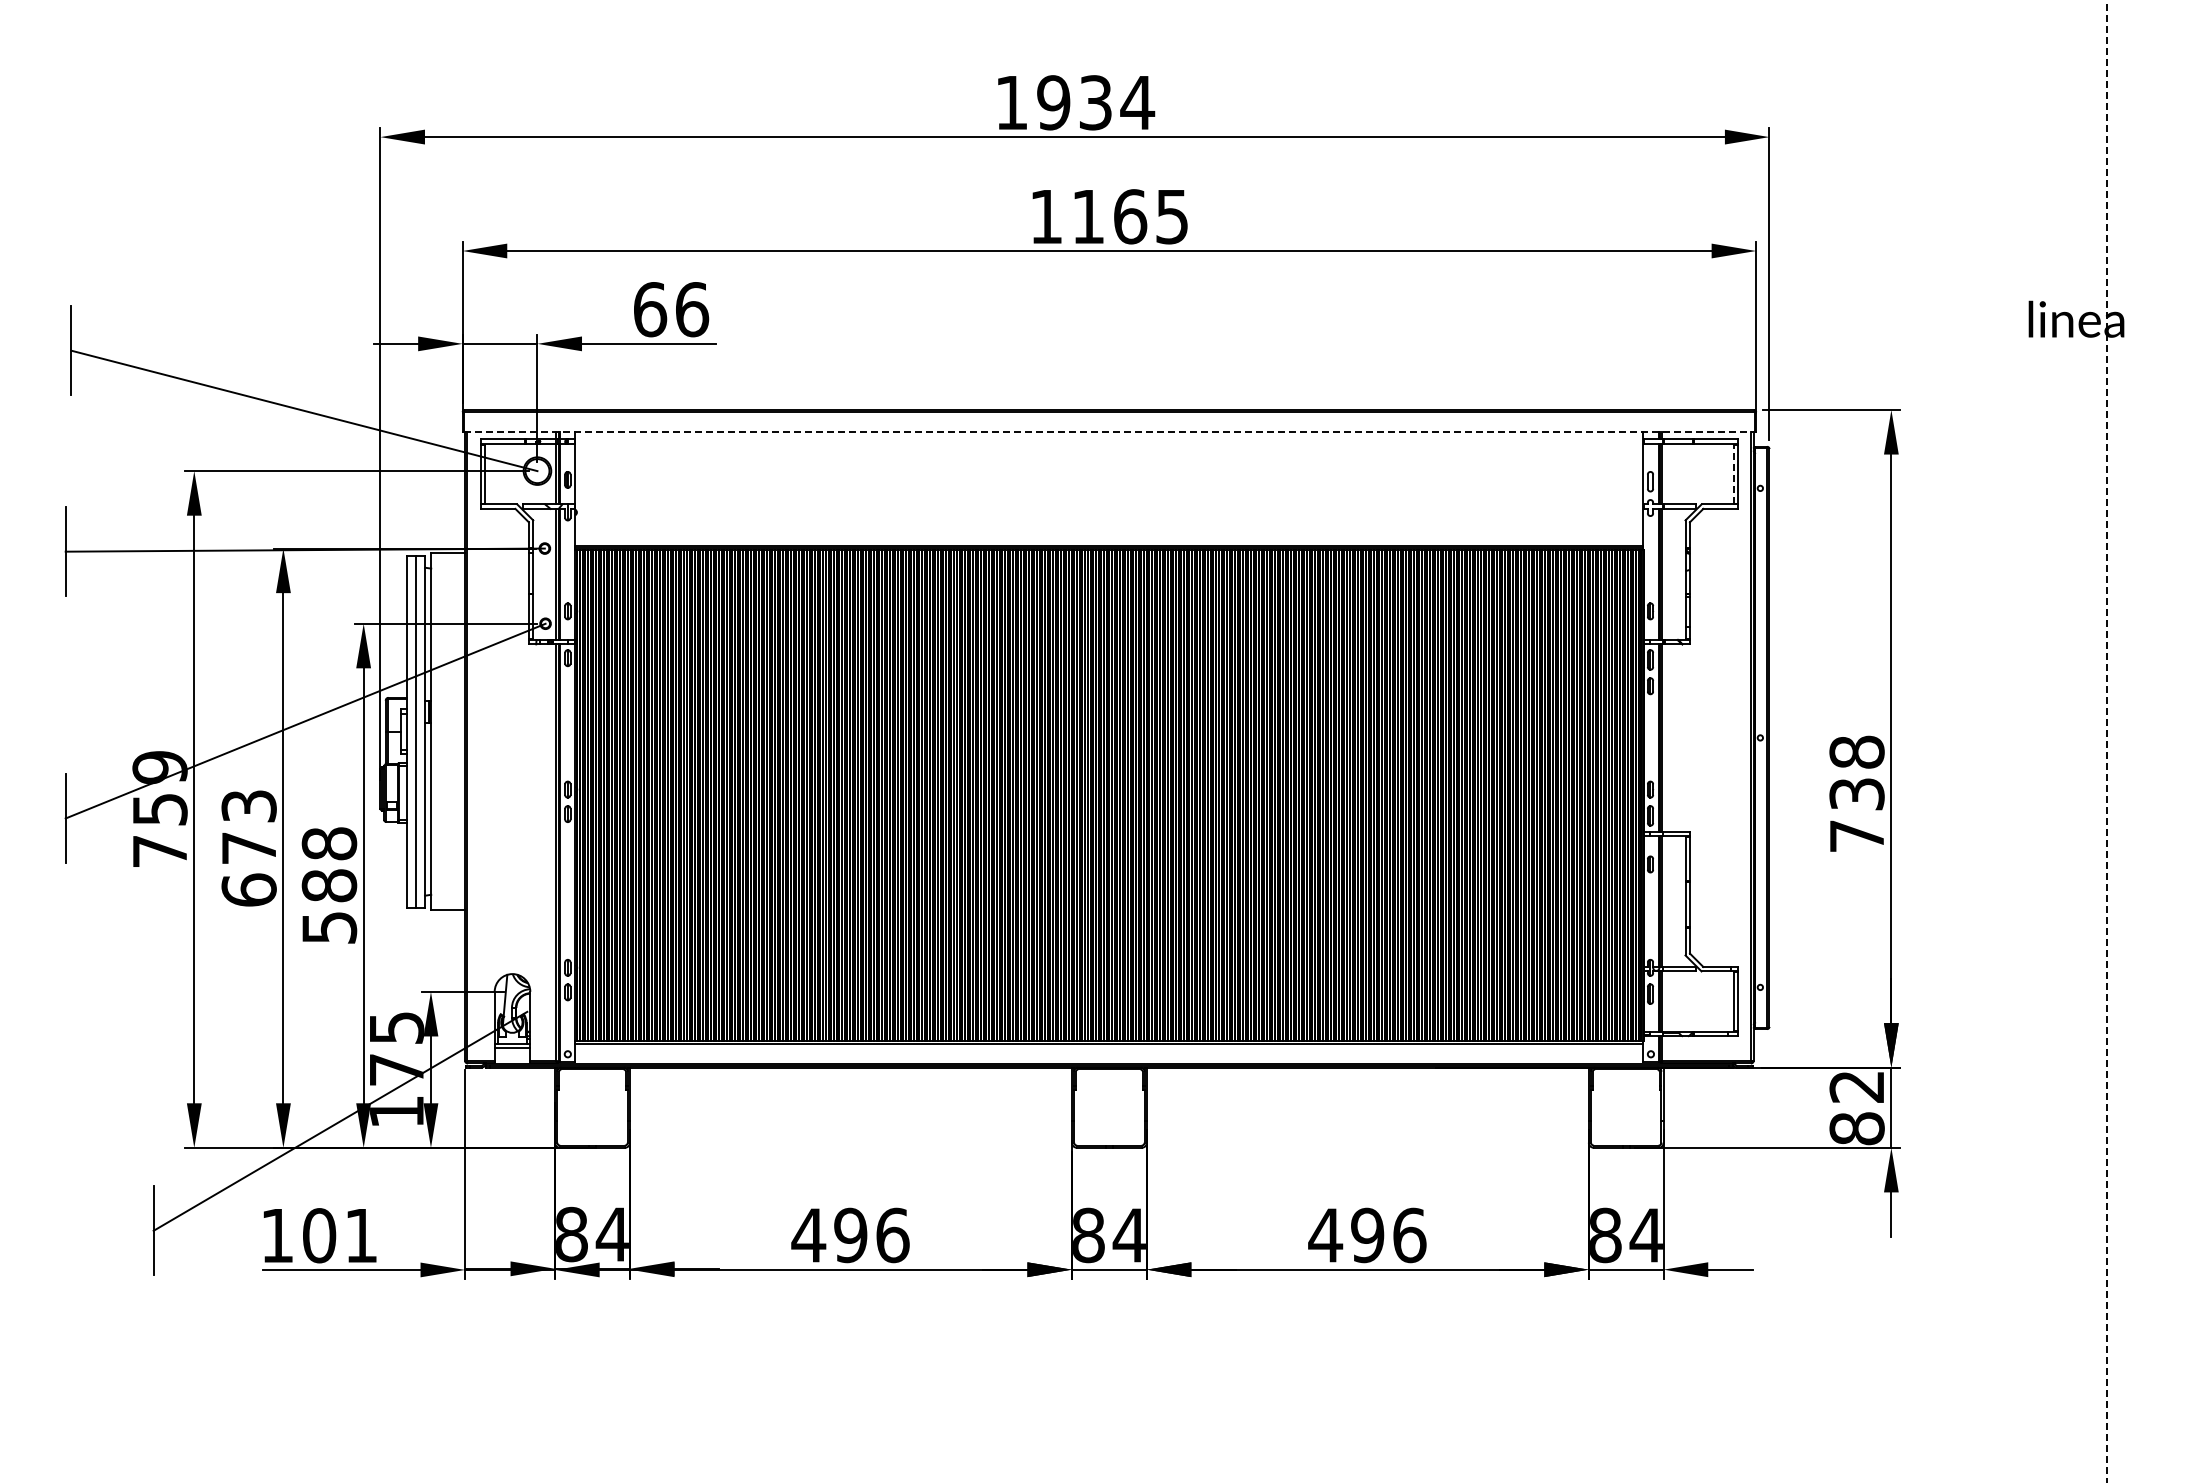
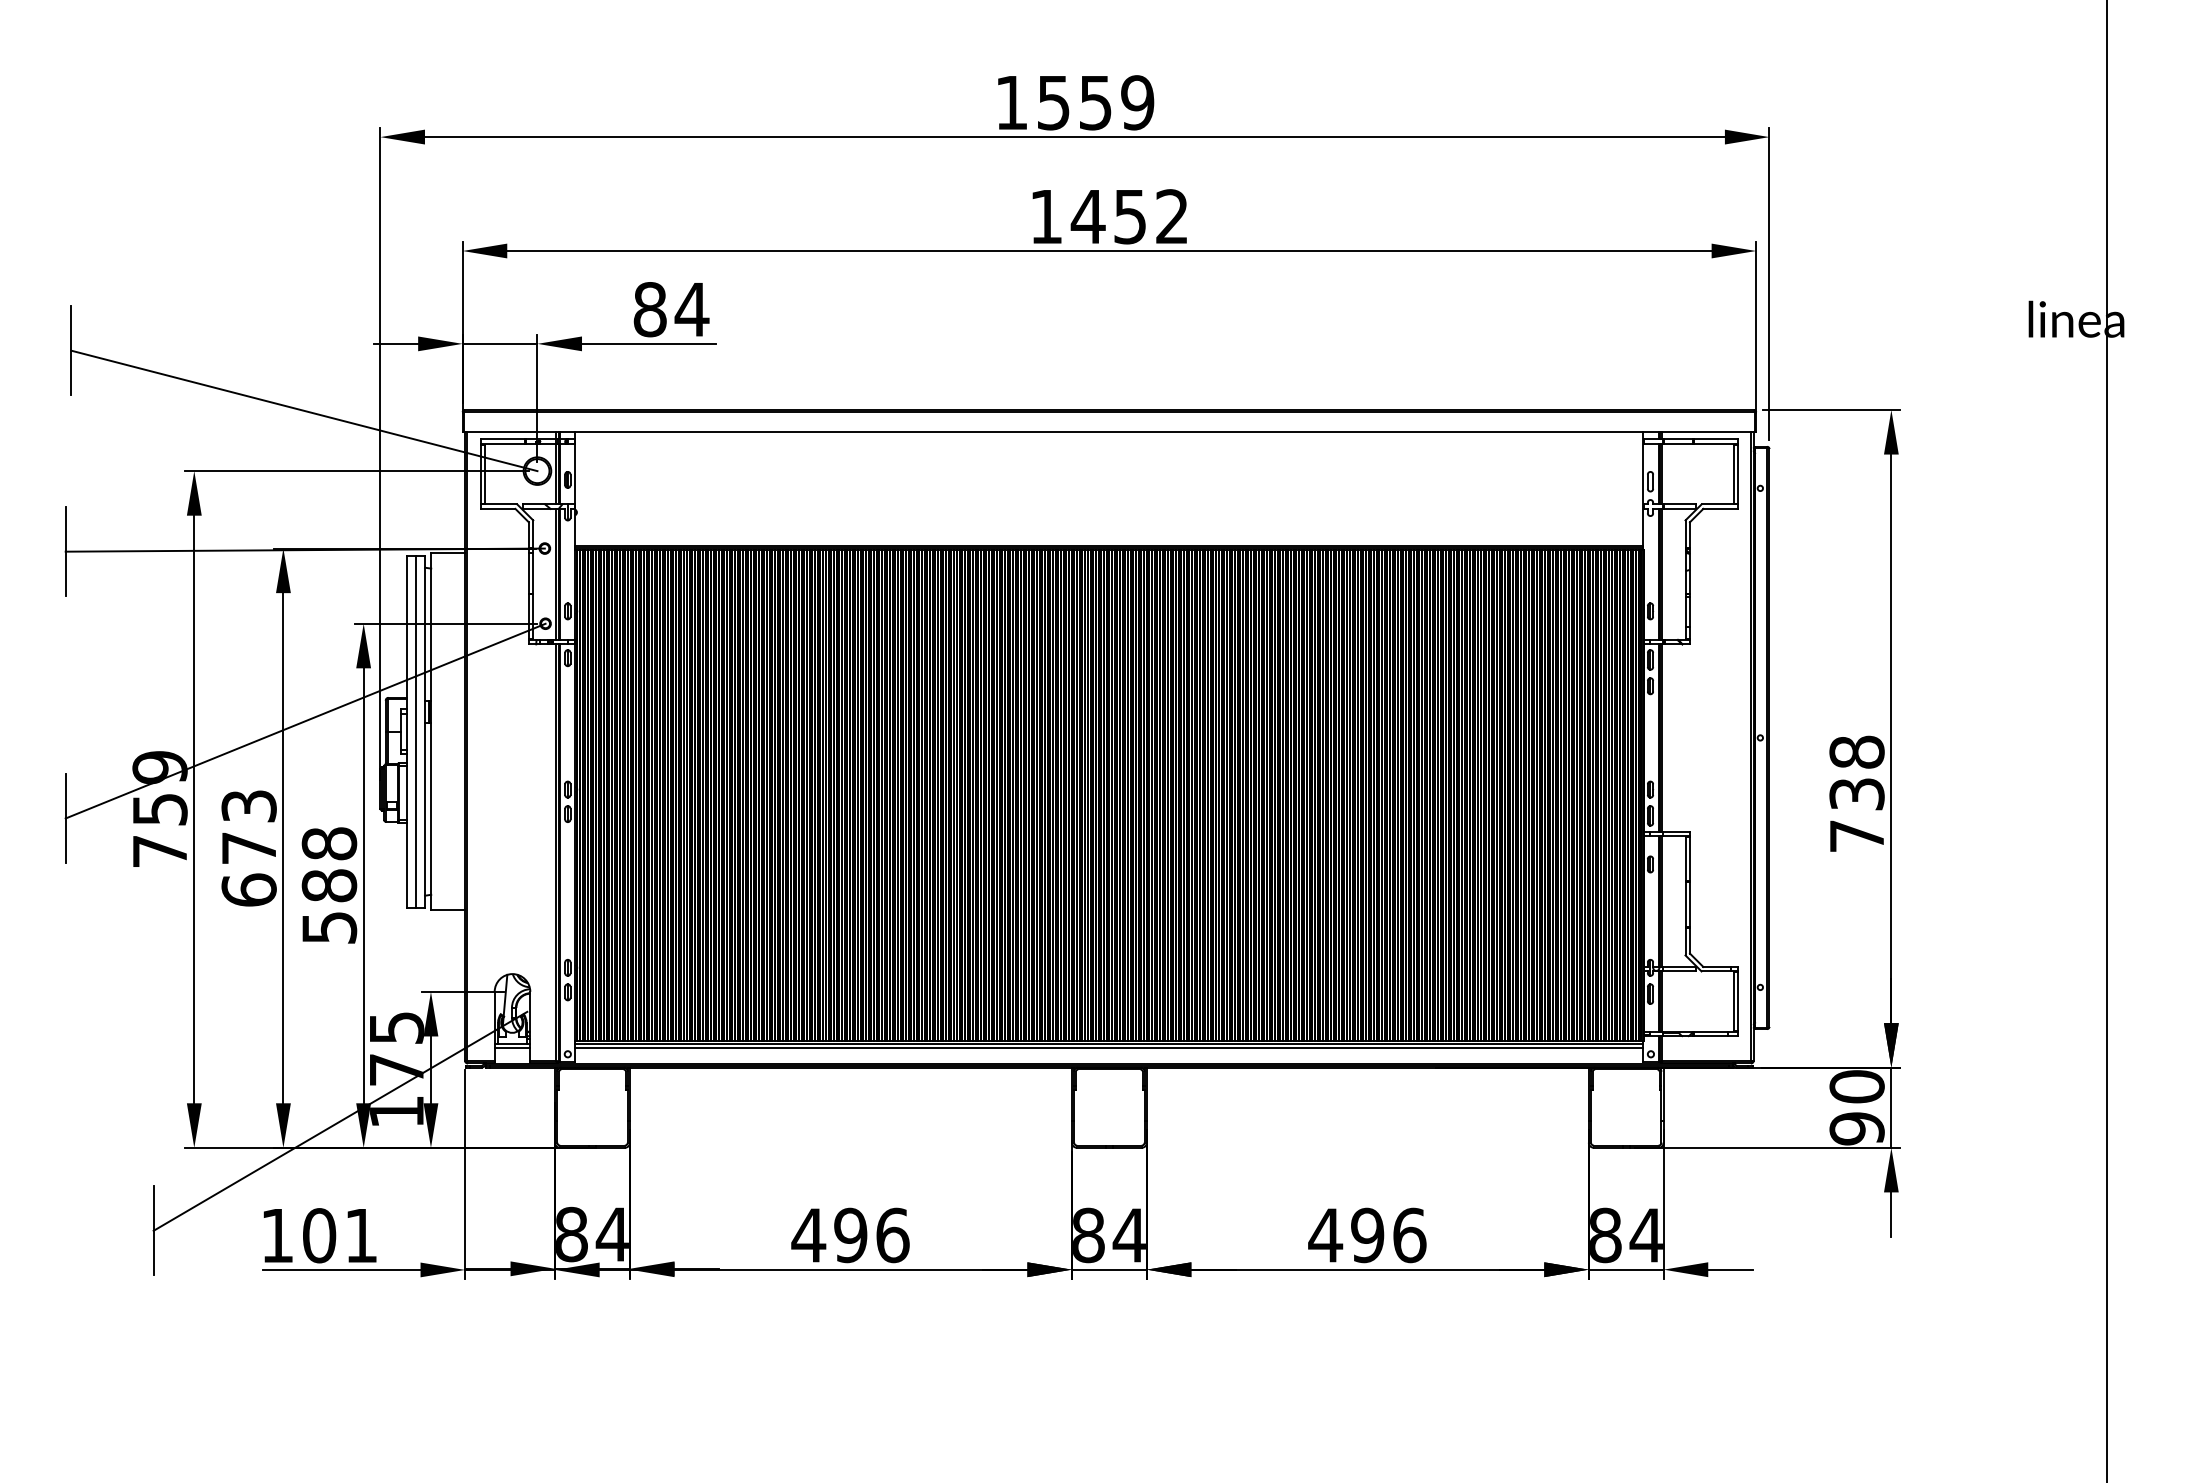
text at (1096, 102): 1934 -> 1559
text at (1128, 216): 1165 -> 1452
text at (671, 309): 66 -> 84
line at (1109, 432): dashed -> solid
line at (1733, 473): dashed -> solid
line at (2107, 741): dashed -> solid
line at (1109, 1047): none -> present
text at (1856, 1107): 82 -> 90
